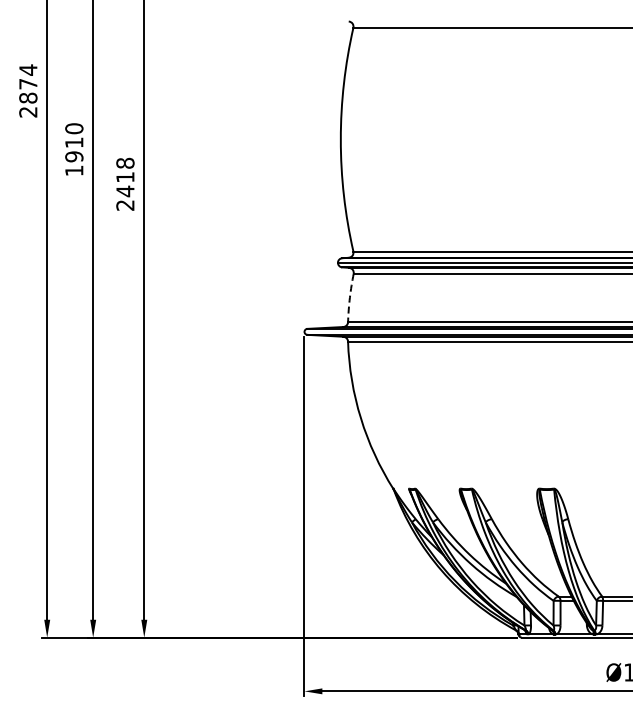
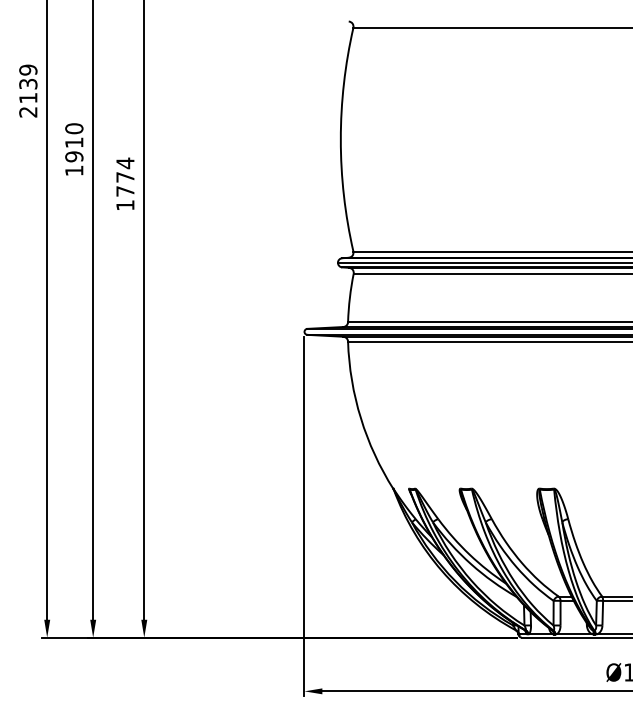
text at (28, 83): 2874 -> 2139
text at (125, 183): 2418 -> 1774
arc at (349, 297): dashed -> solid
